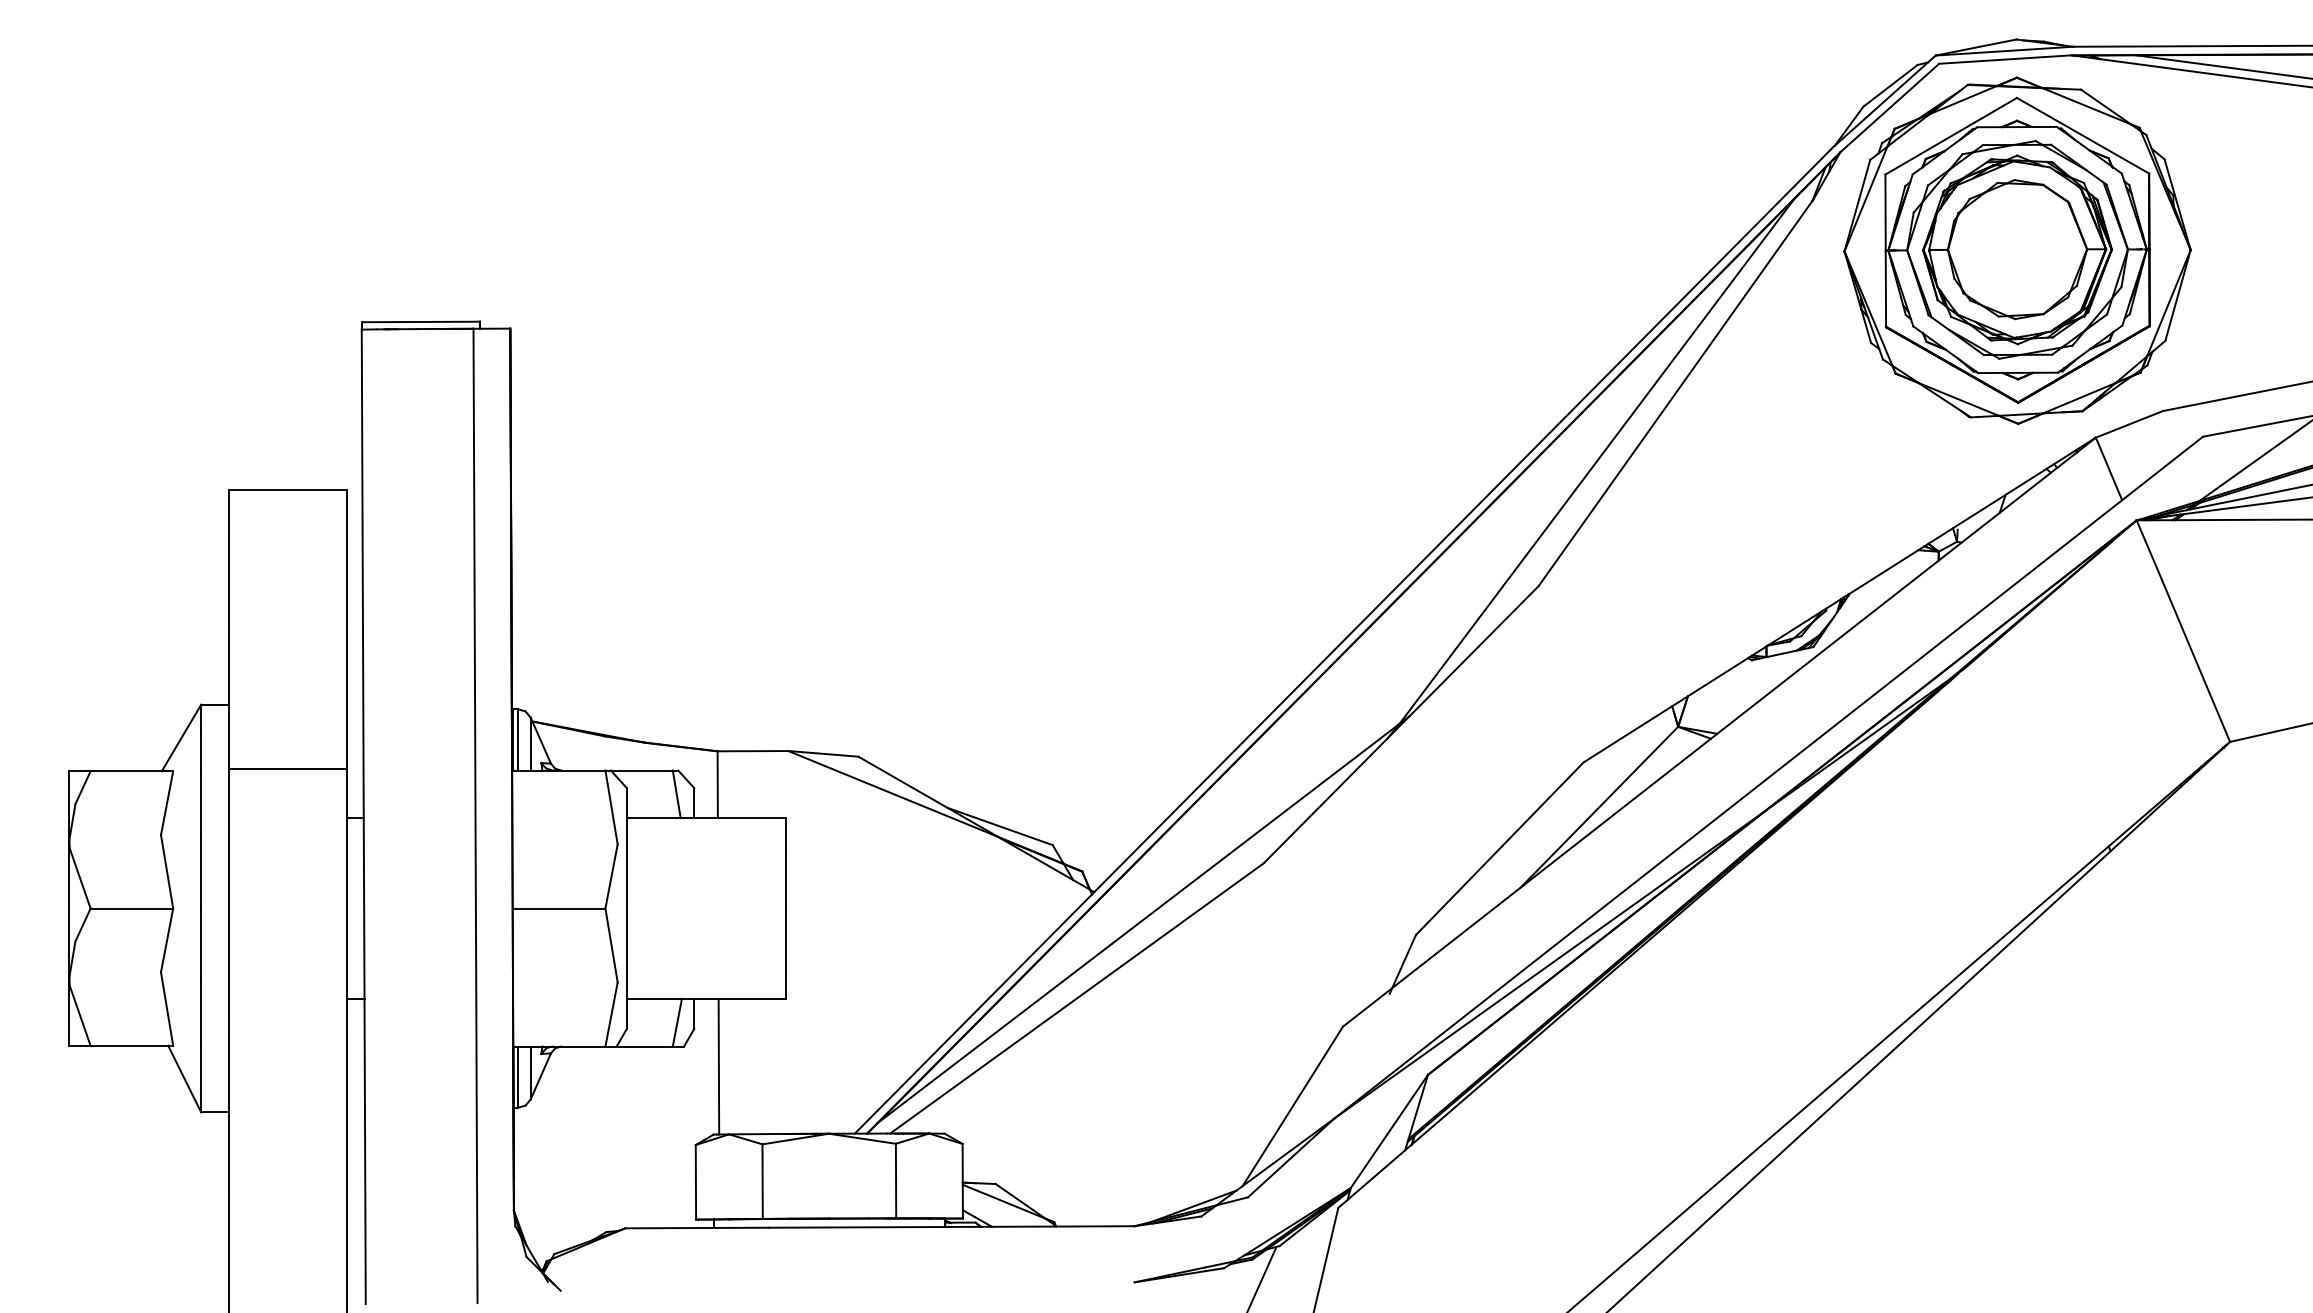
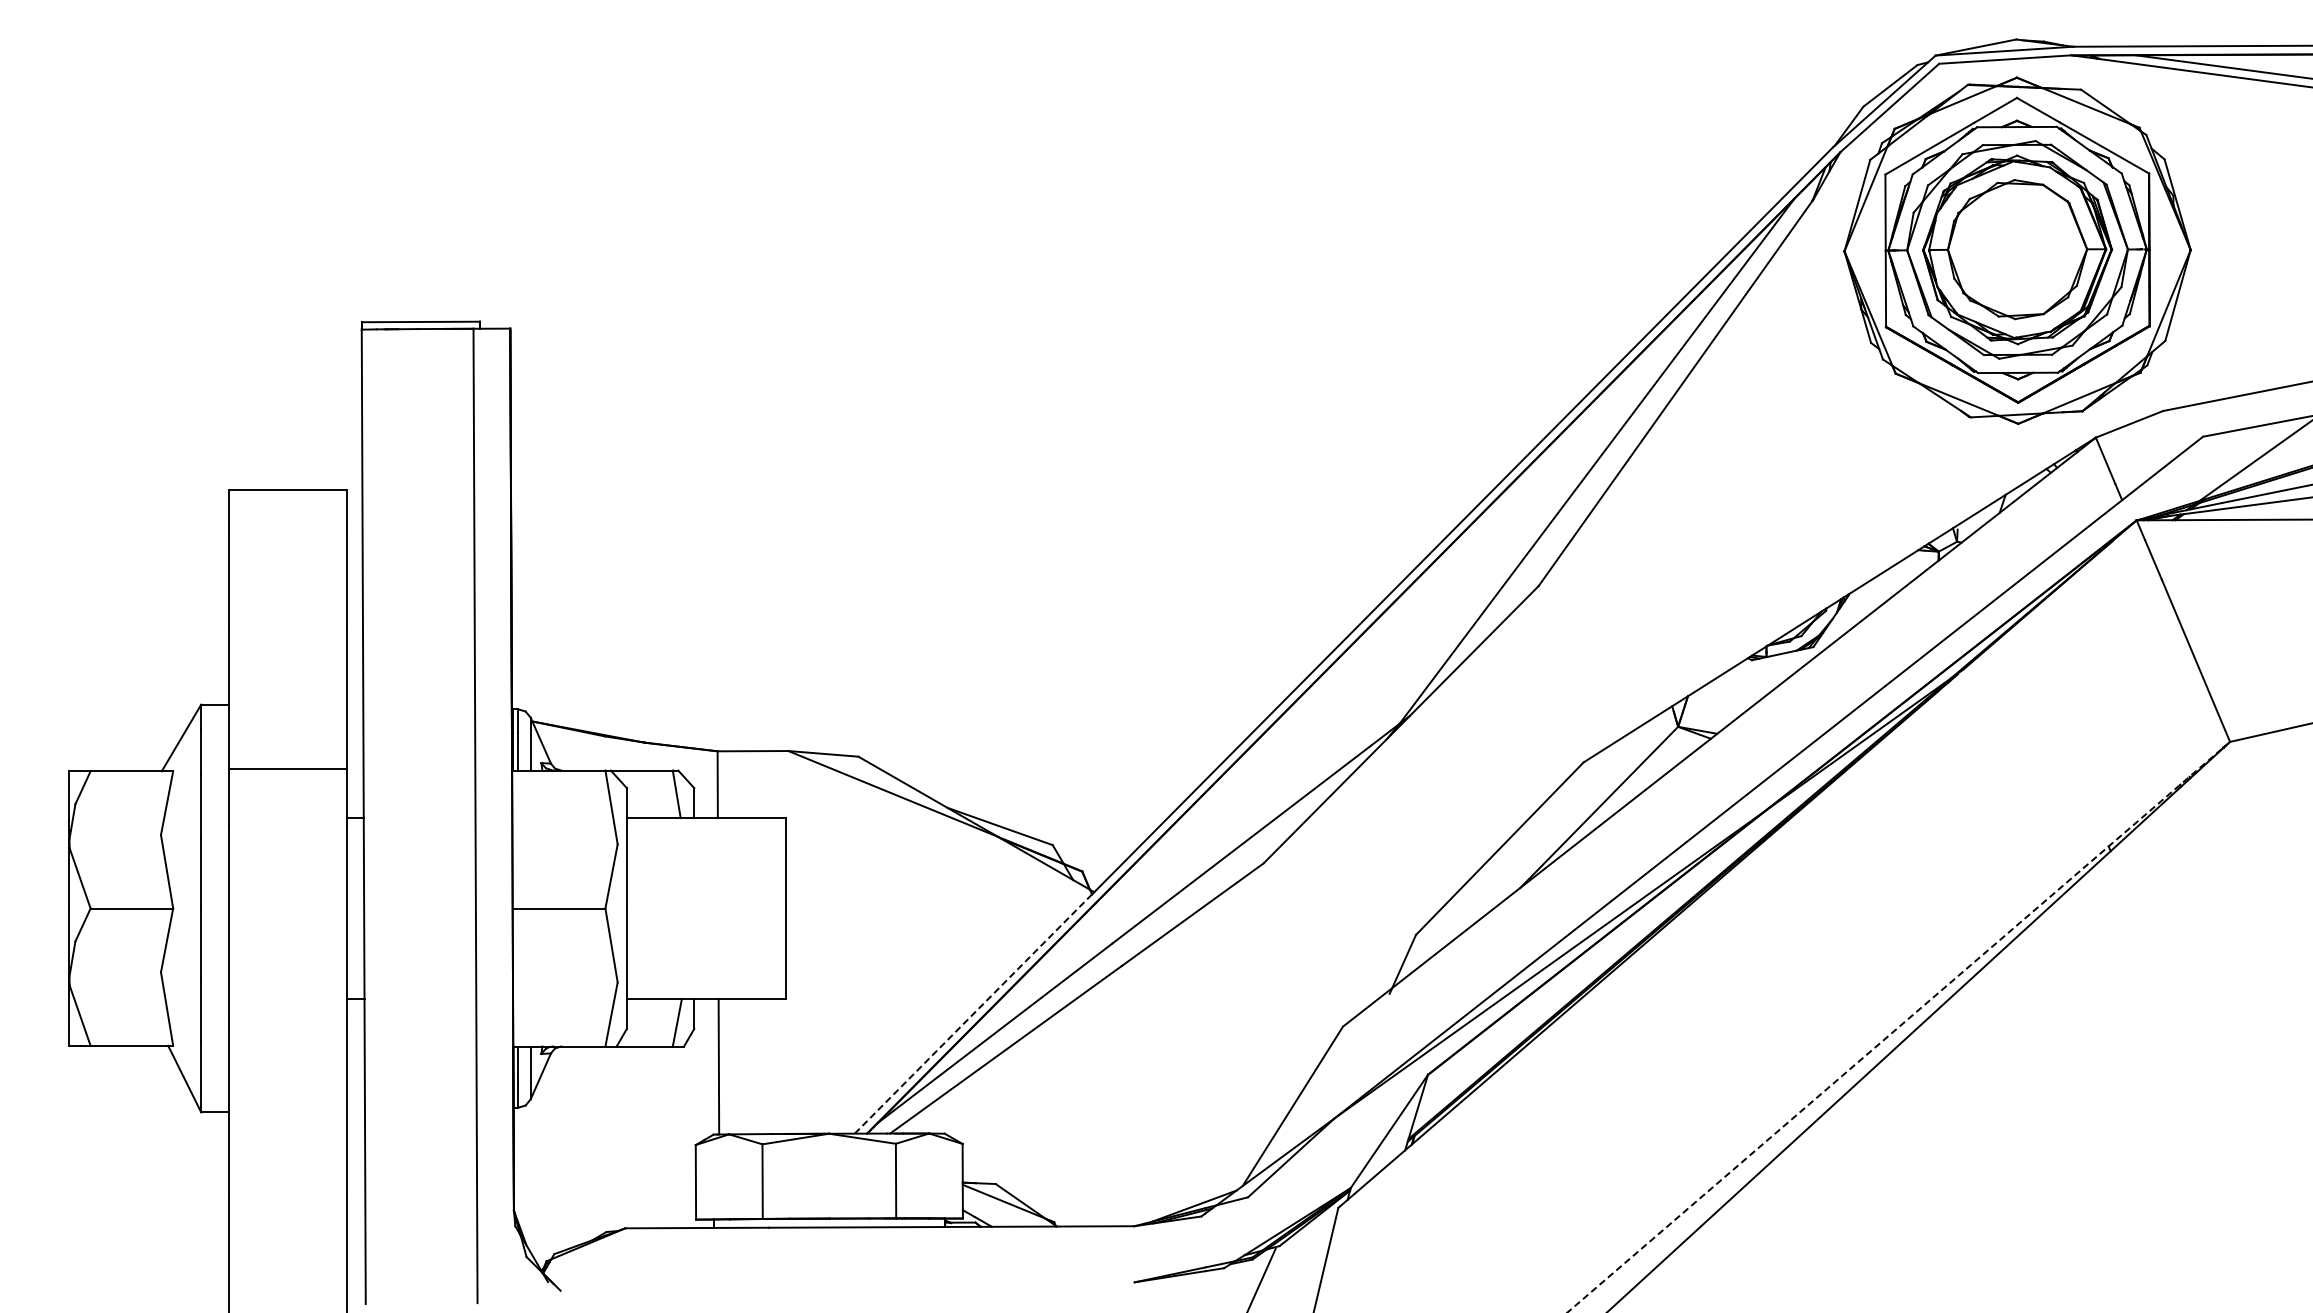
line at (973, 1013): solid -> dashed
line at (1898, 1027): solid -> dashed
